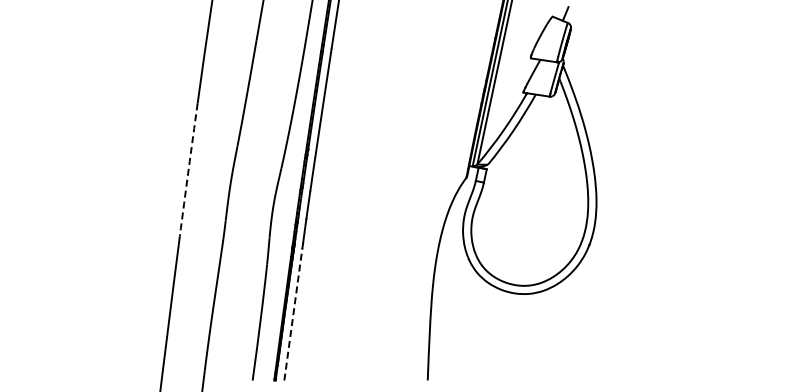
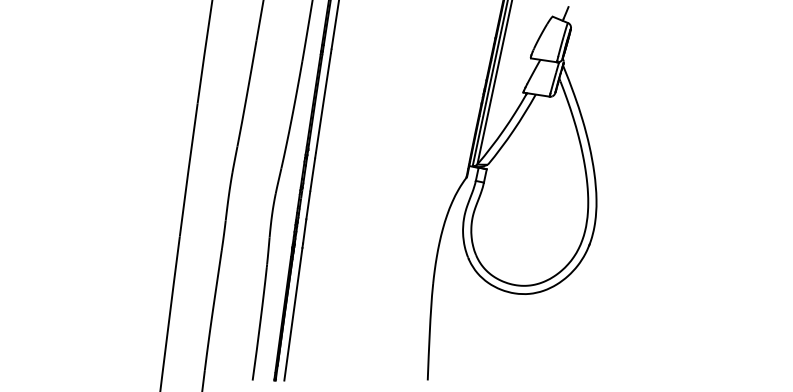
arc at (188, 170): dashed -> solid
line at (293, 314): dashed -> solid
